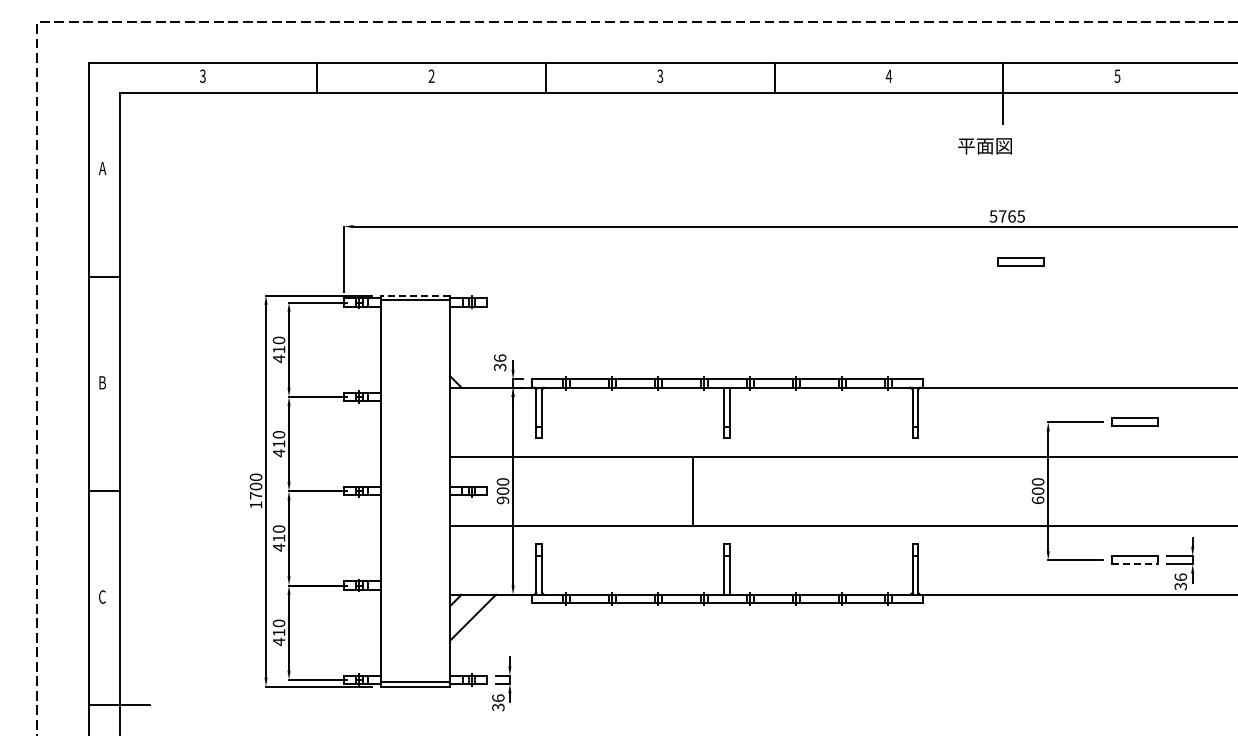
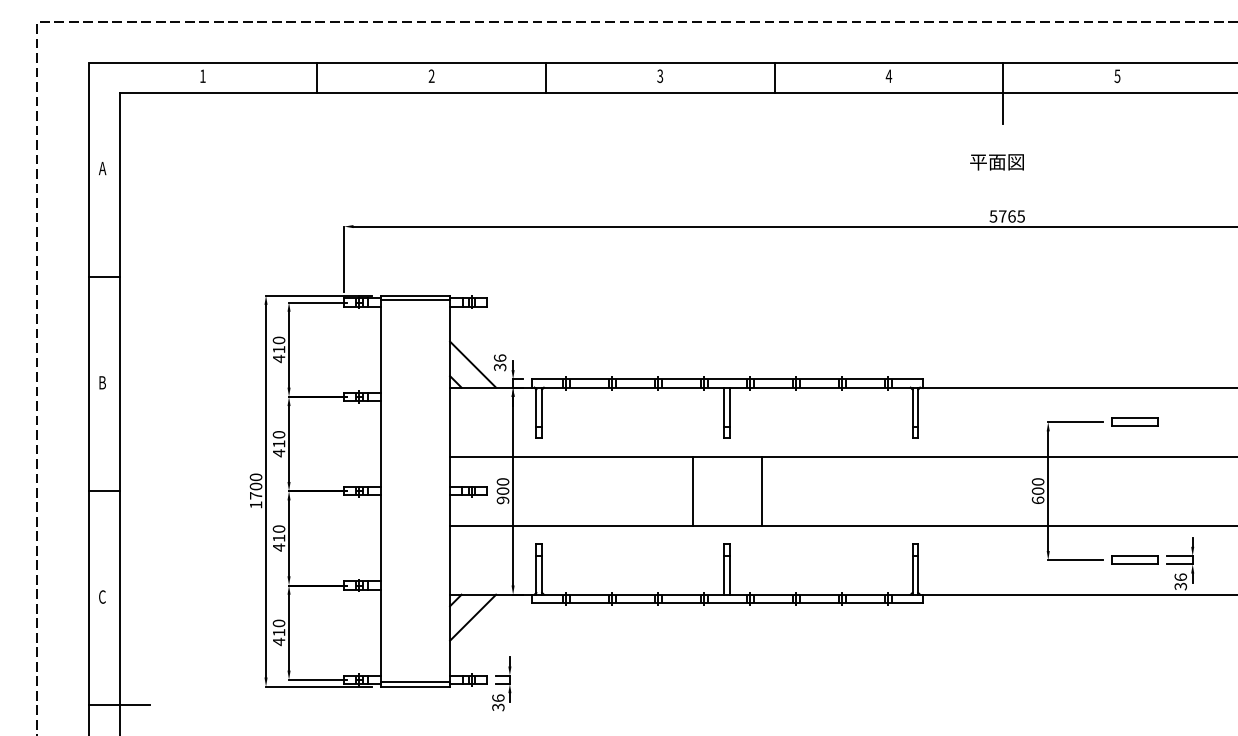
text at (202, 76): 3 -> 1
text at (984, 146) position: (984, 146) -> (996, 162)
part at (1020, 261): present -> none
line at (415, 295): dashed -> solid
line at (473, 364): none -> present
line at (761, 490): none -> present
line at (1135, 564): dashed -> solid
